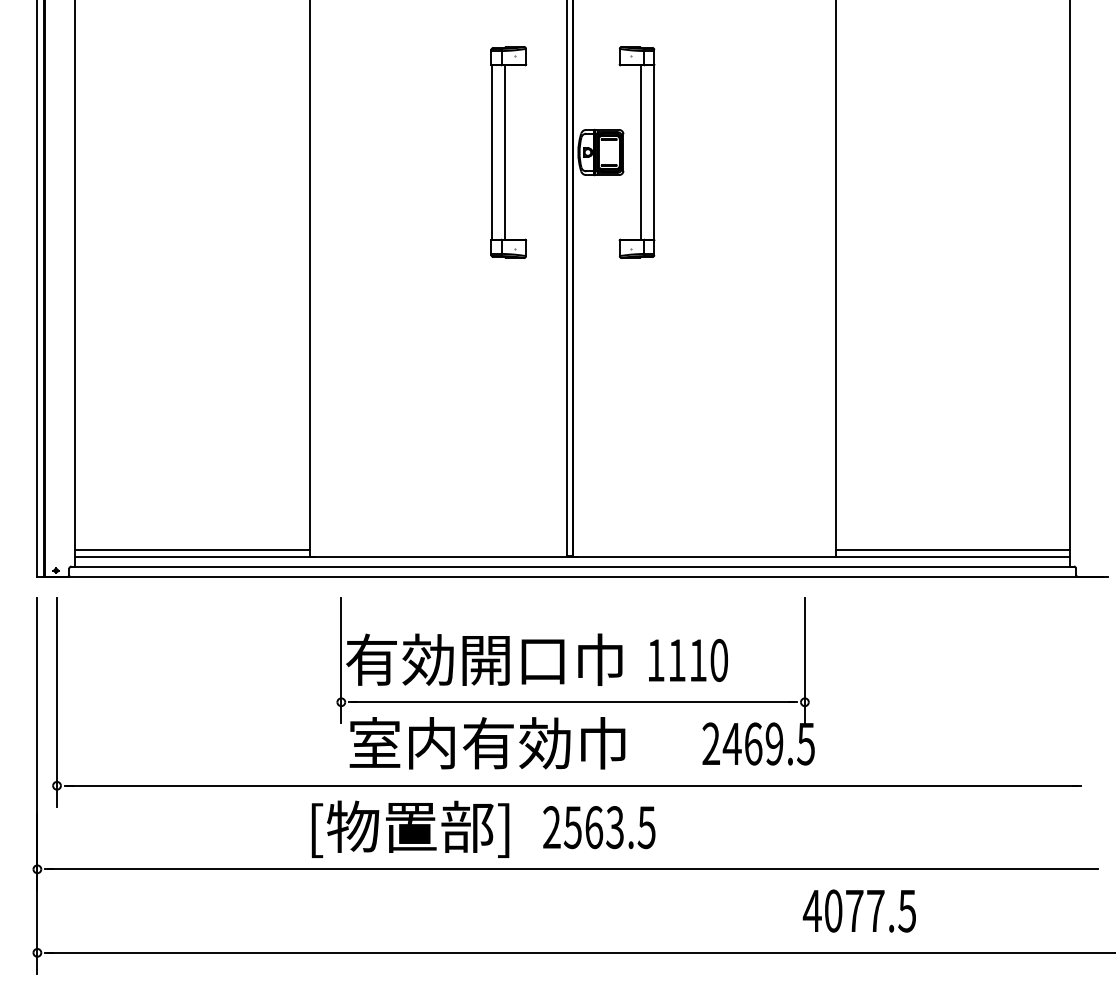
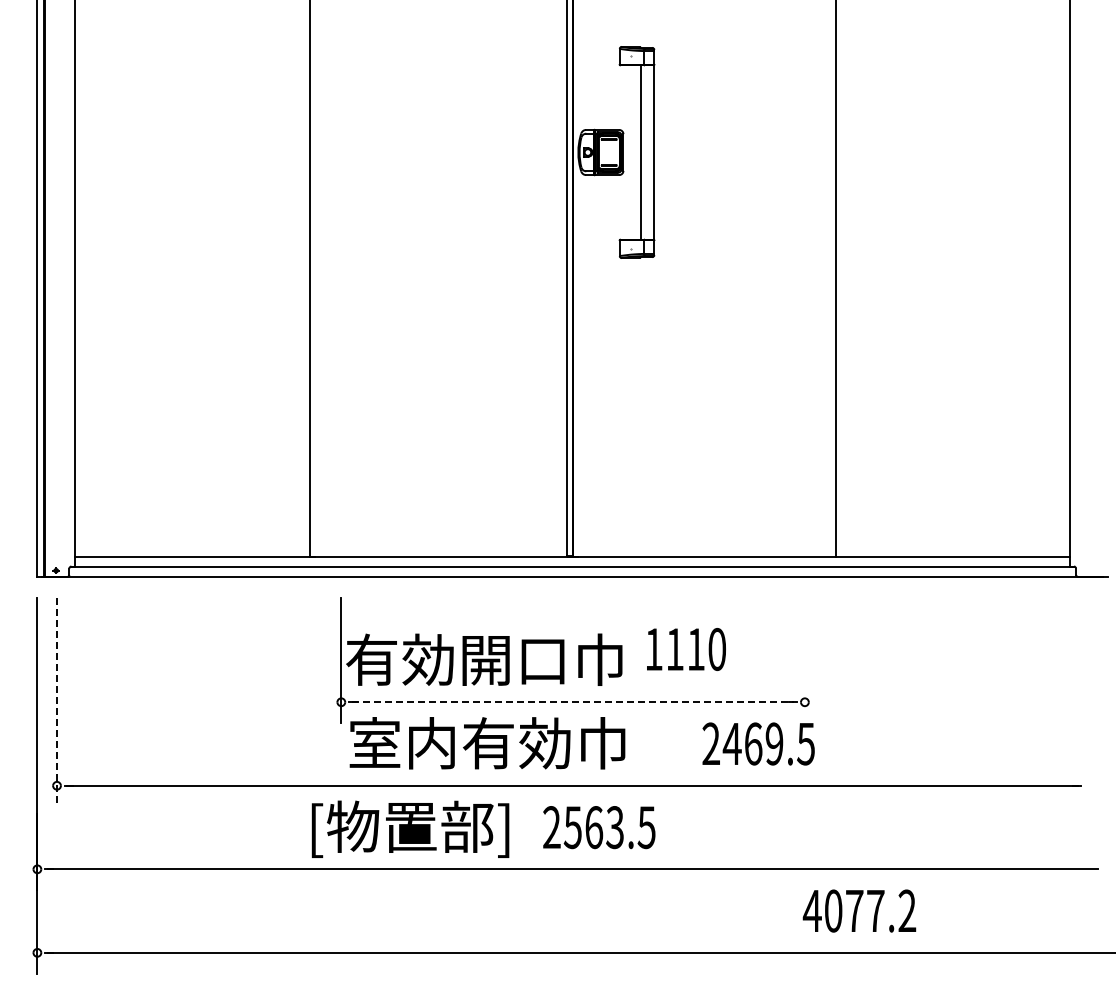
part at (508, 152): present -> none
line at (191, 549): present -> none
line at (952, 549): present -> none
text at (688, 660) position: (688, 660) -> (686, 649)
line at (804, 660): present -> none
line at (57, 702): solid -> dashed
line at (573, 702): solid -> dashed
text at (907, 910): 4077.5 -> 4077.2
